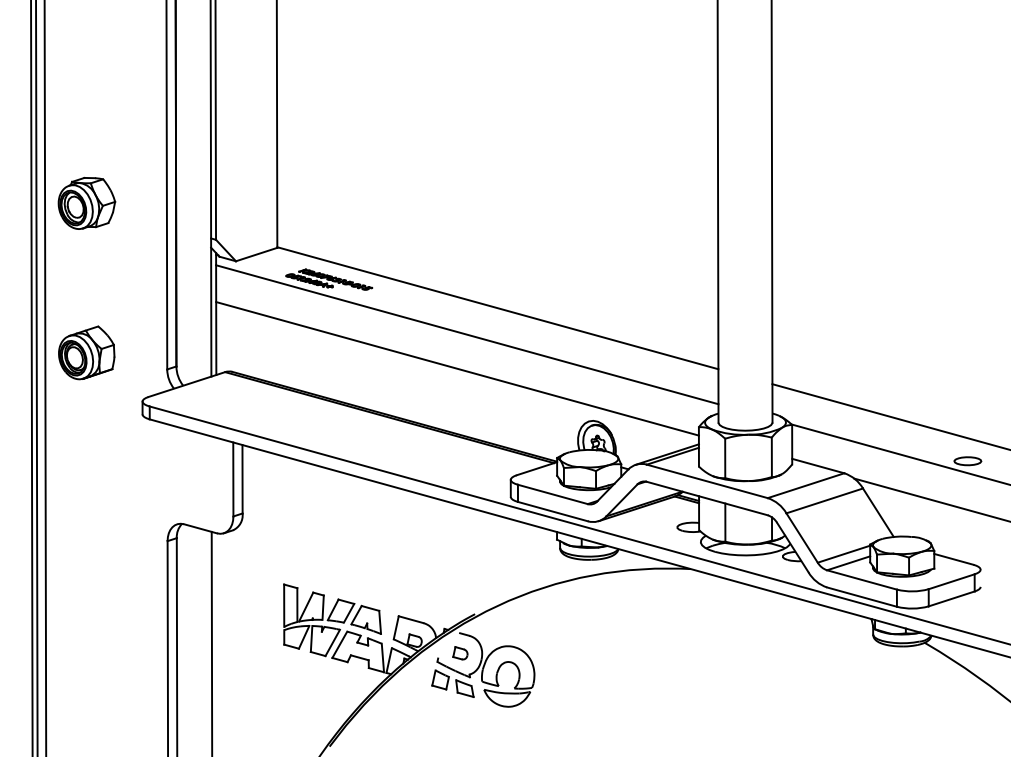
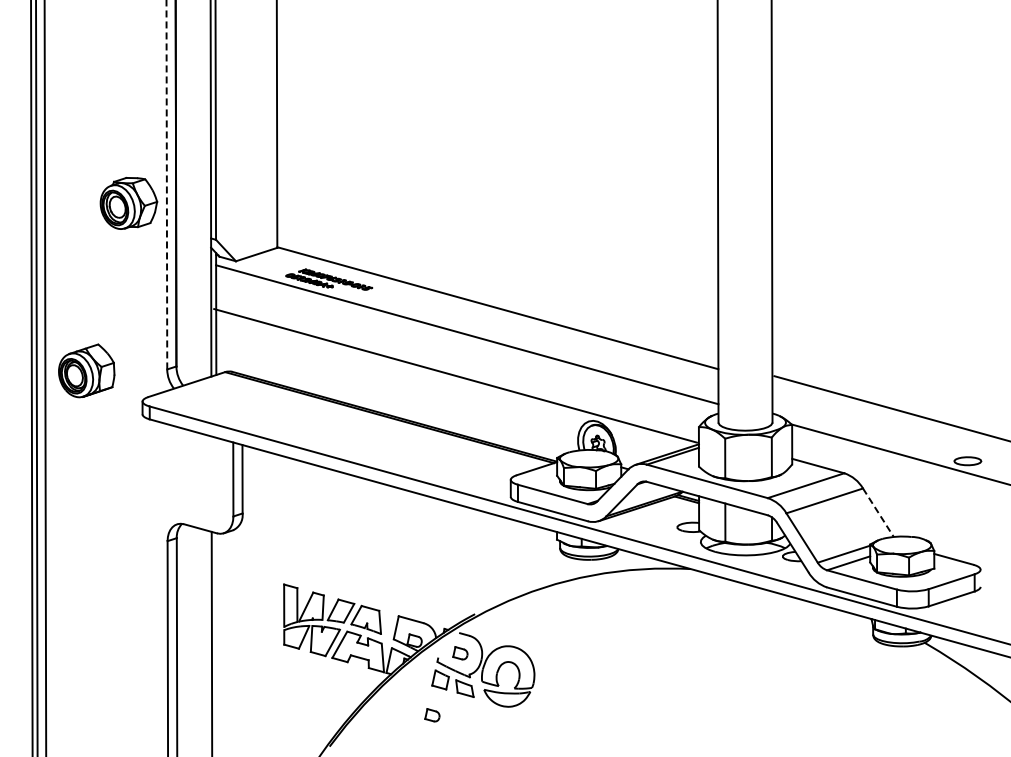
line at (166, 184): solid -> dashed
part at (86, 202) position: (86, 202) -> (128, 202)
part at (86, 352) position: (86, 352) -> (86, 370)
line at (457, 368) position: (457, 368) -> (455, 375)
line at (889, 416) position: (889, 416) -> (890, 408)
line at (930, 499): present -> none
line at (878, 512): solid -> dashed
part at (432, 715): none -> present
